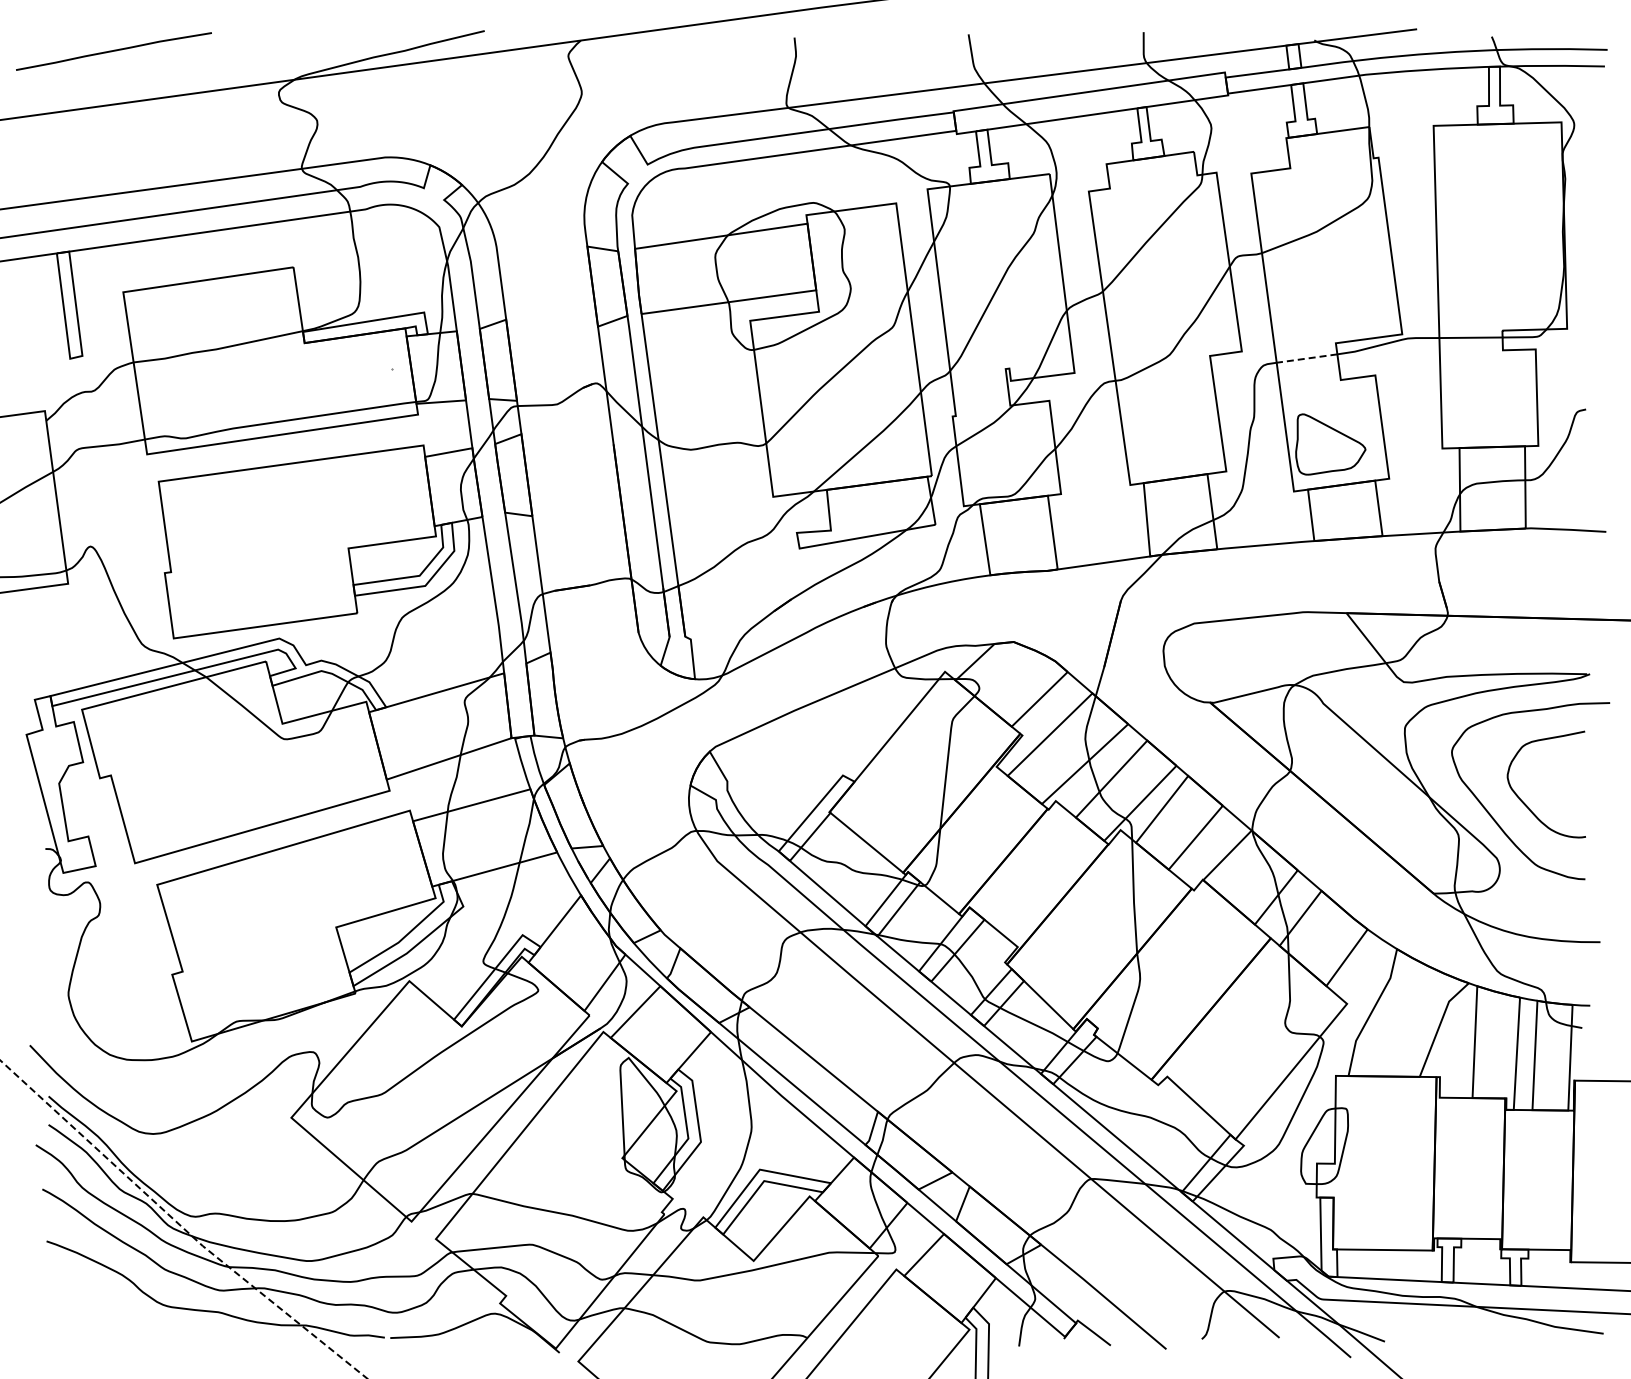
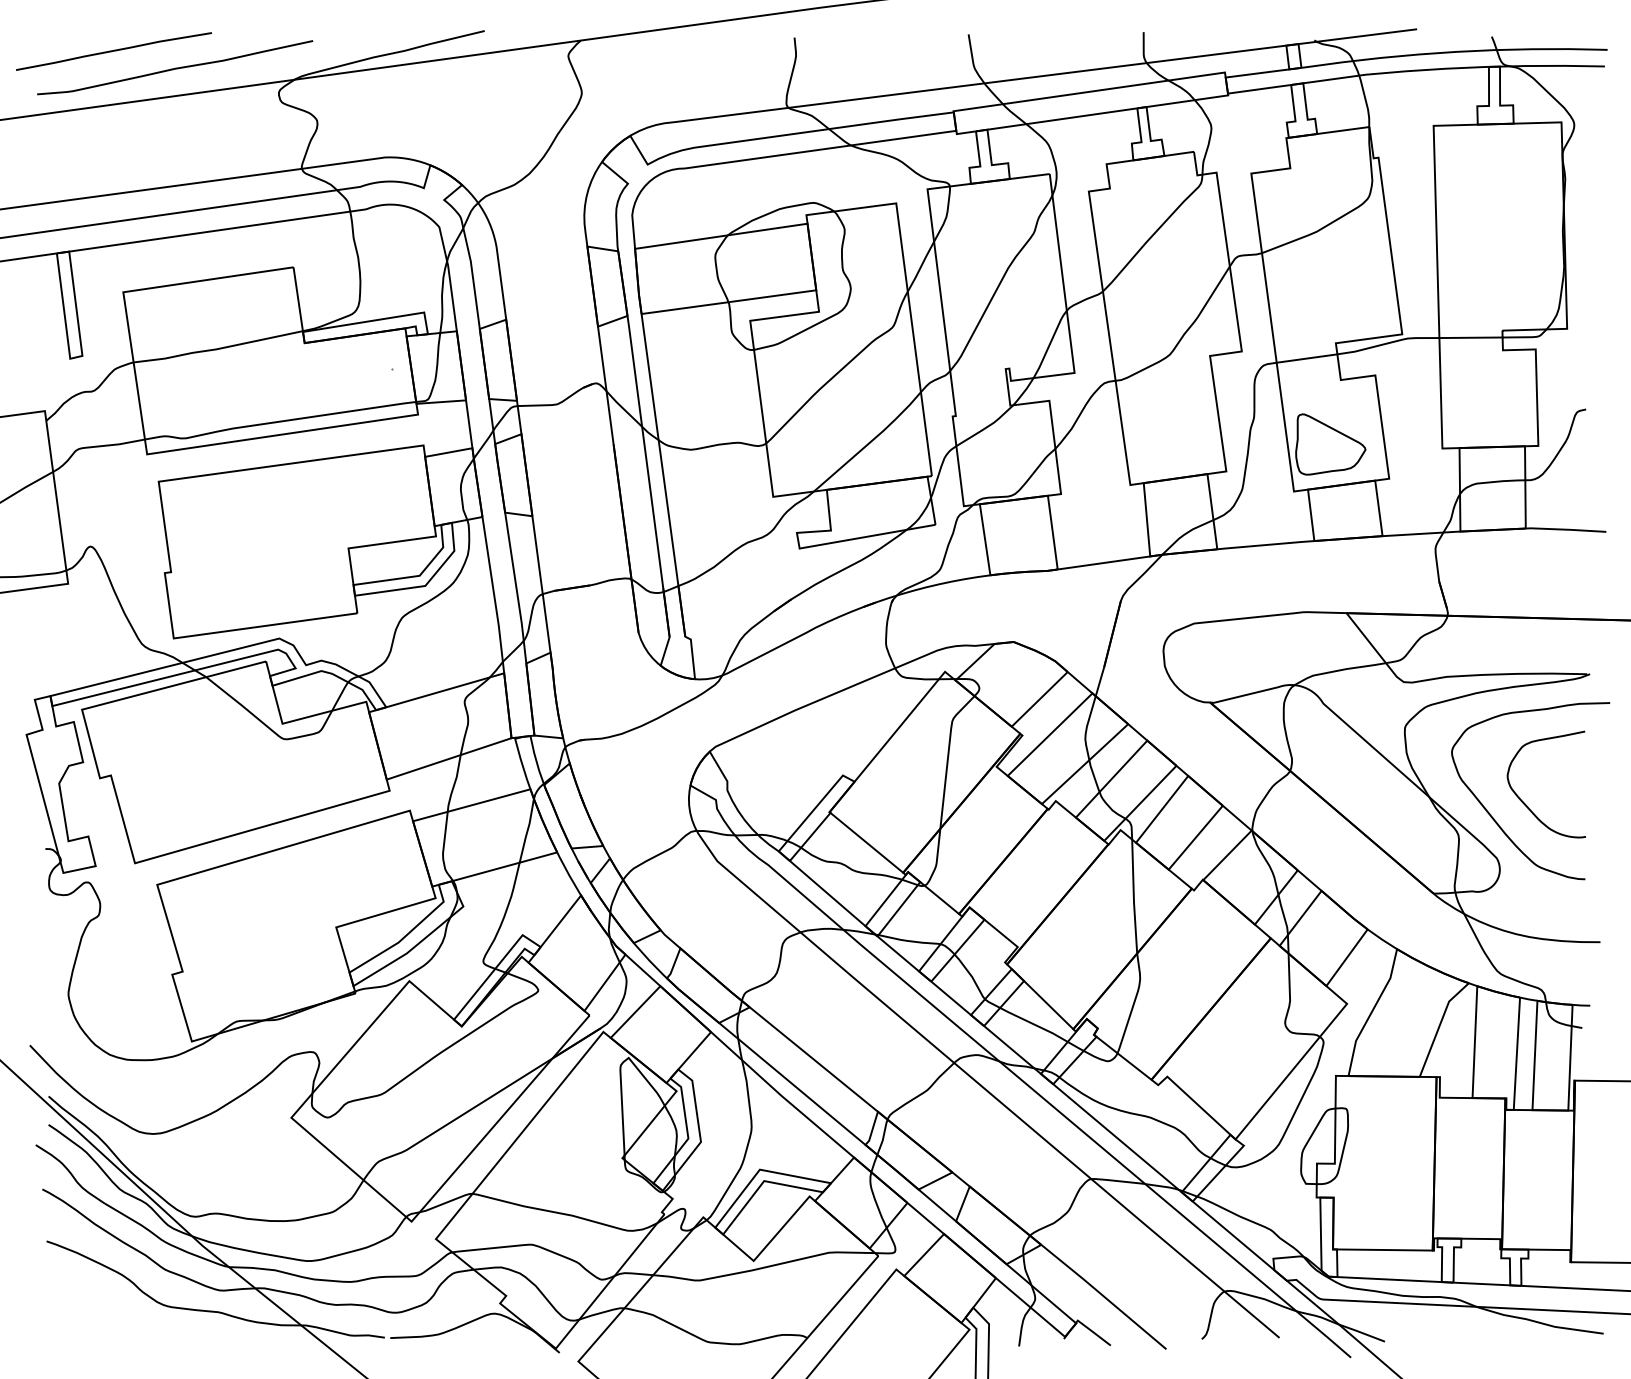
curve at (175, 67): none -> present
line at (1307, 358): dashed -> solid
line at (179, 1225): dashed -> solid
